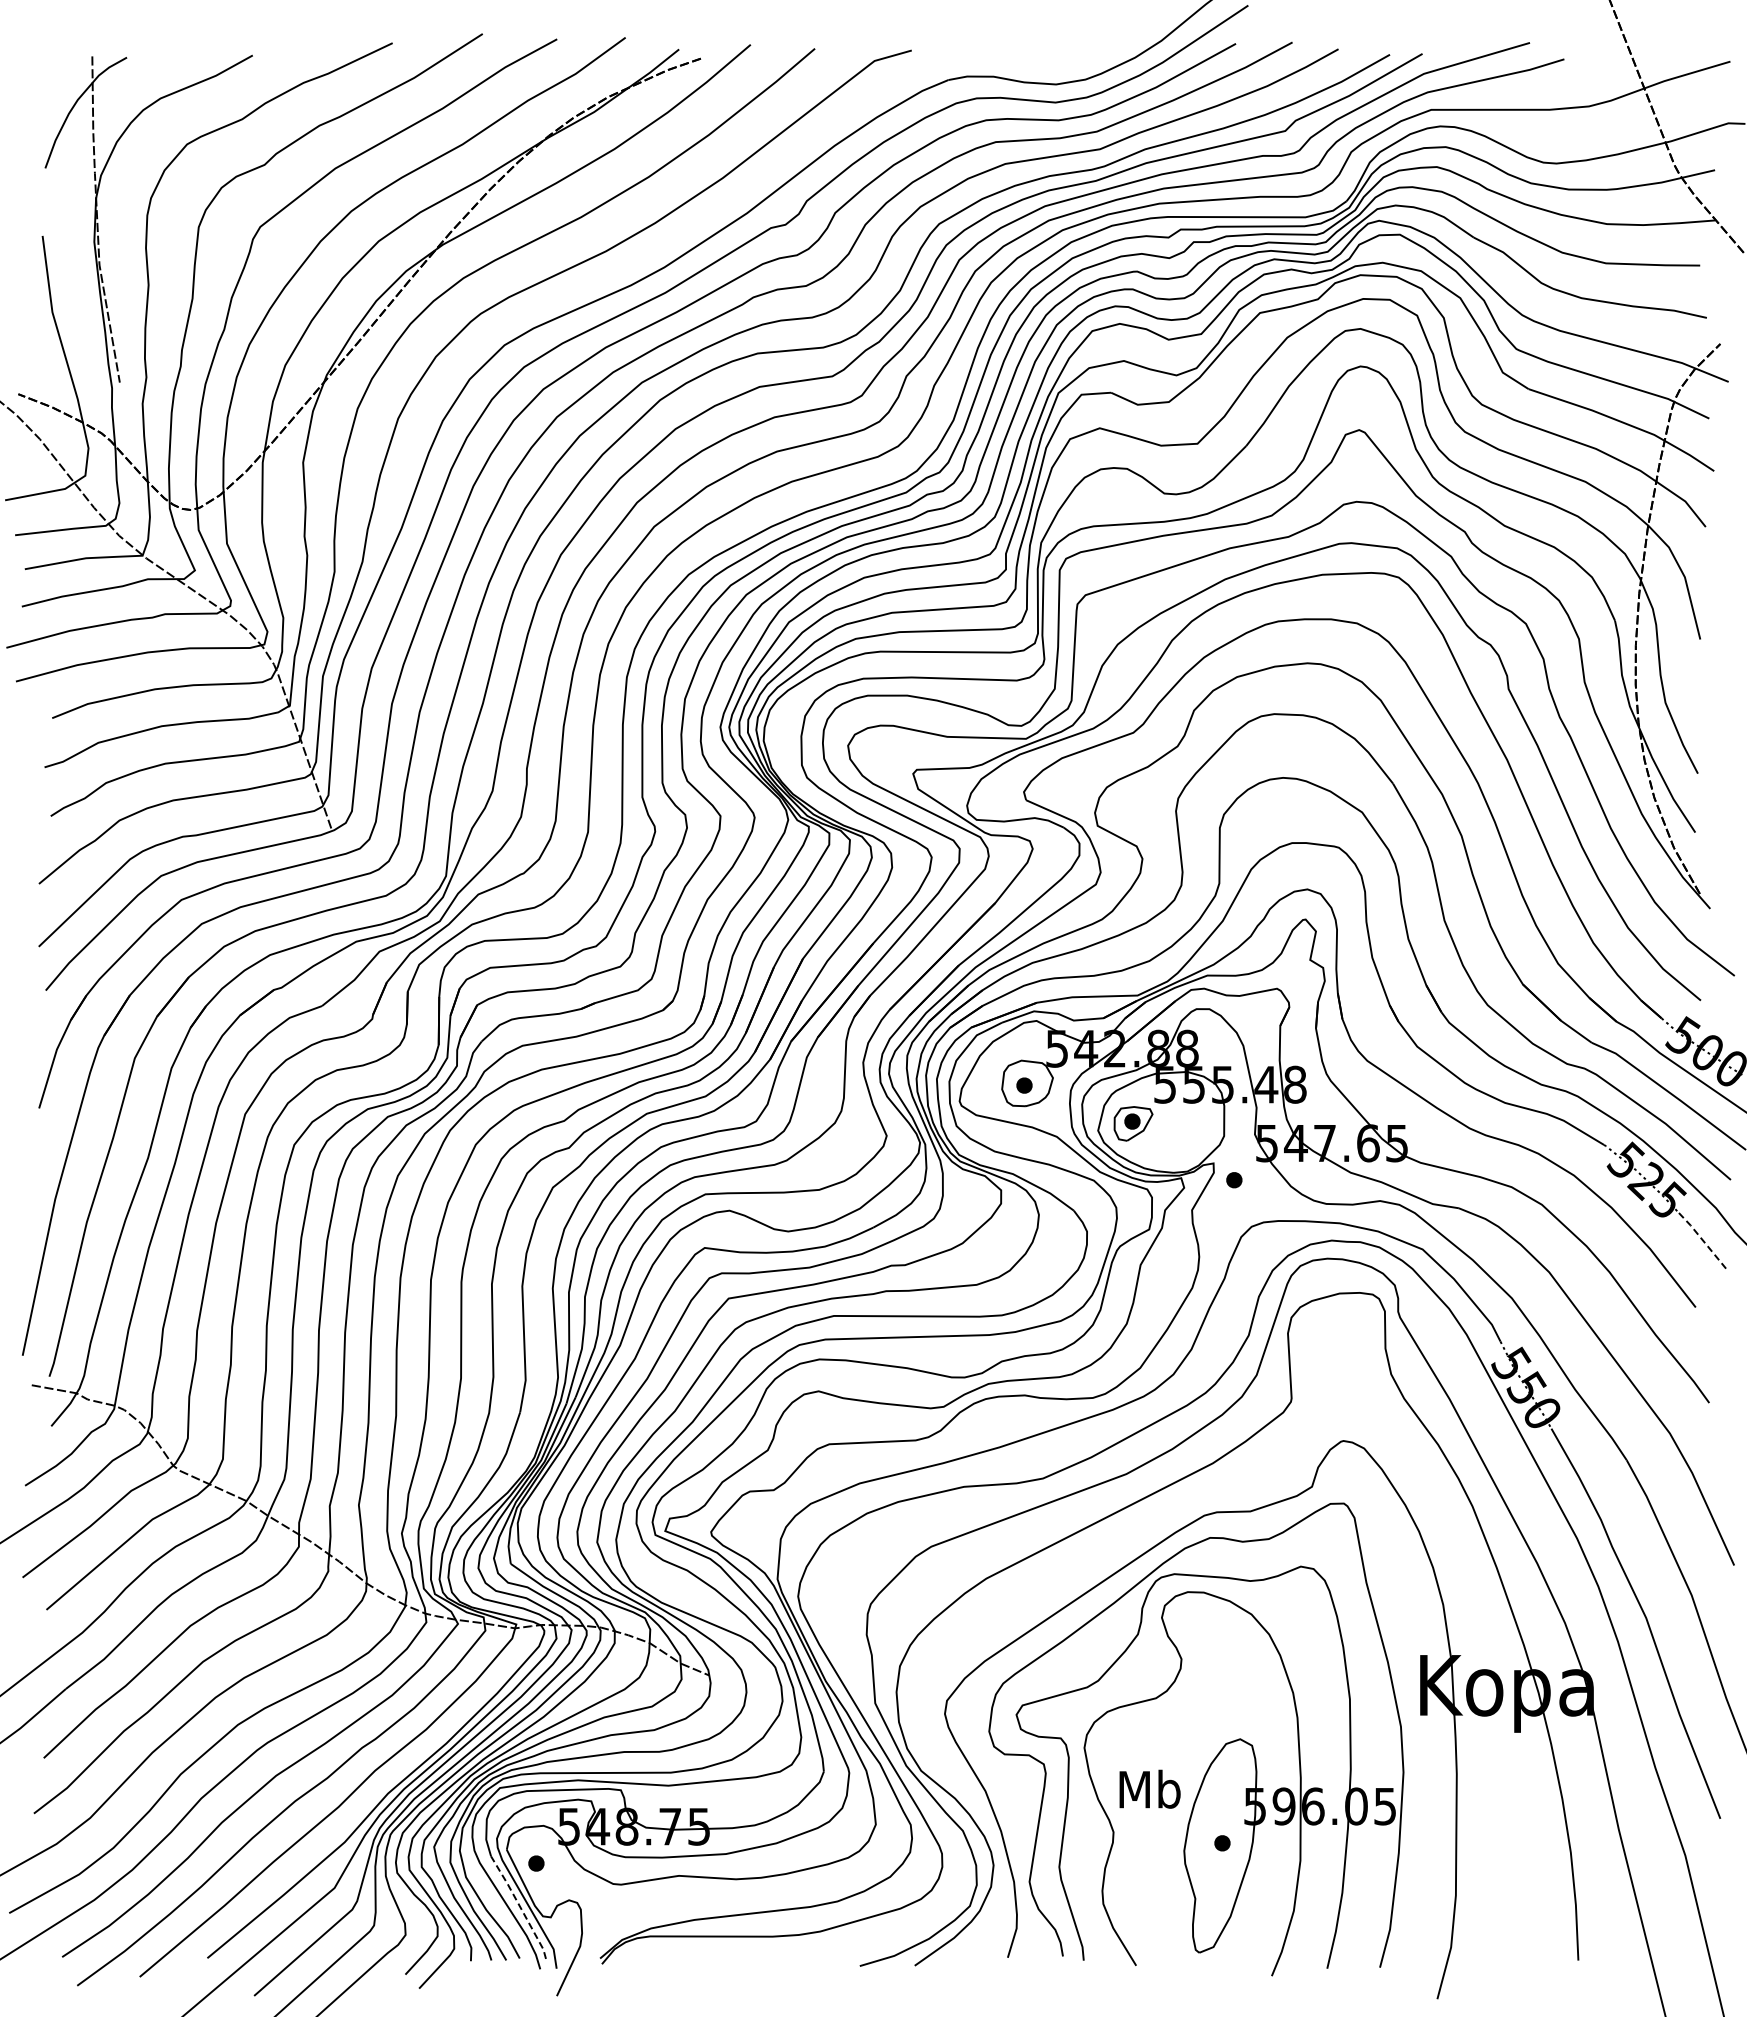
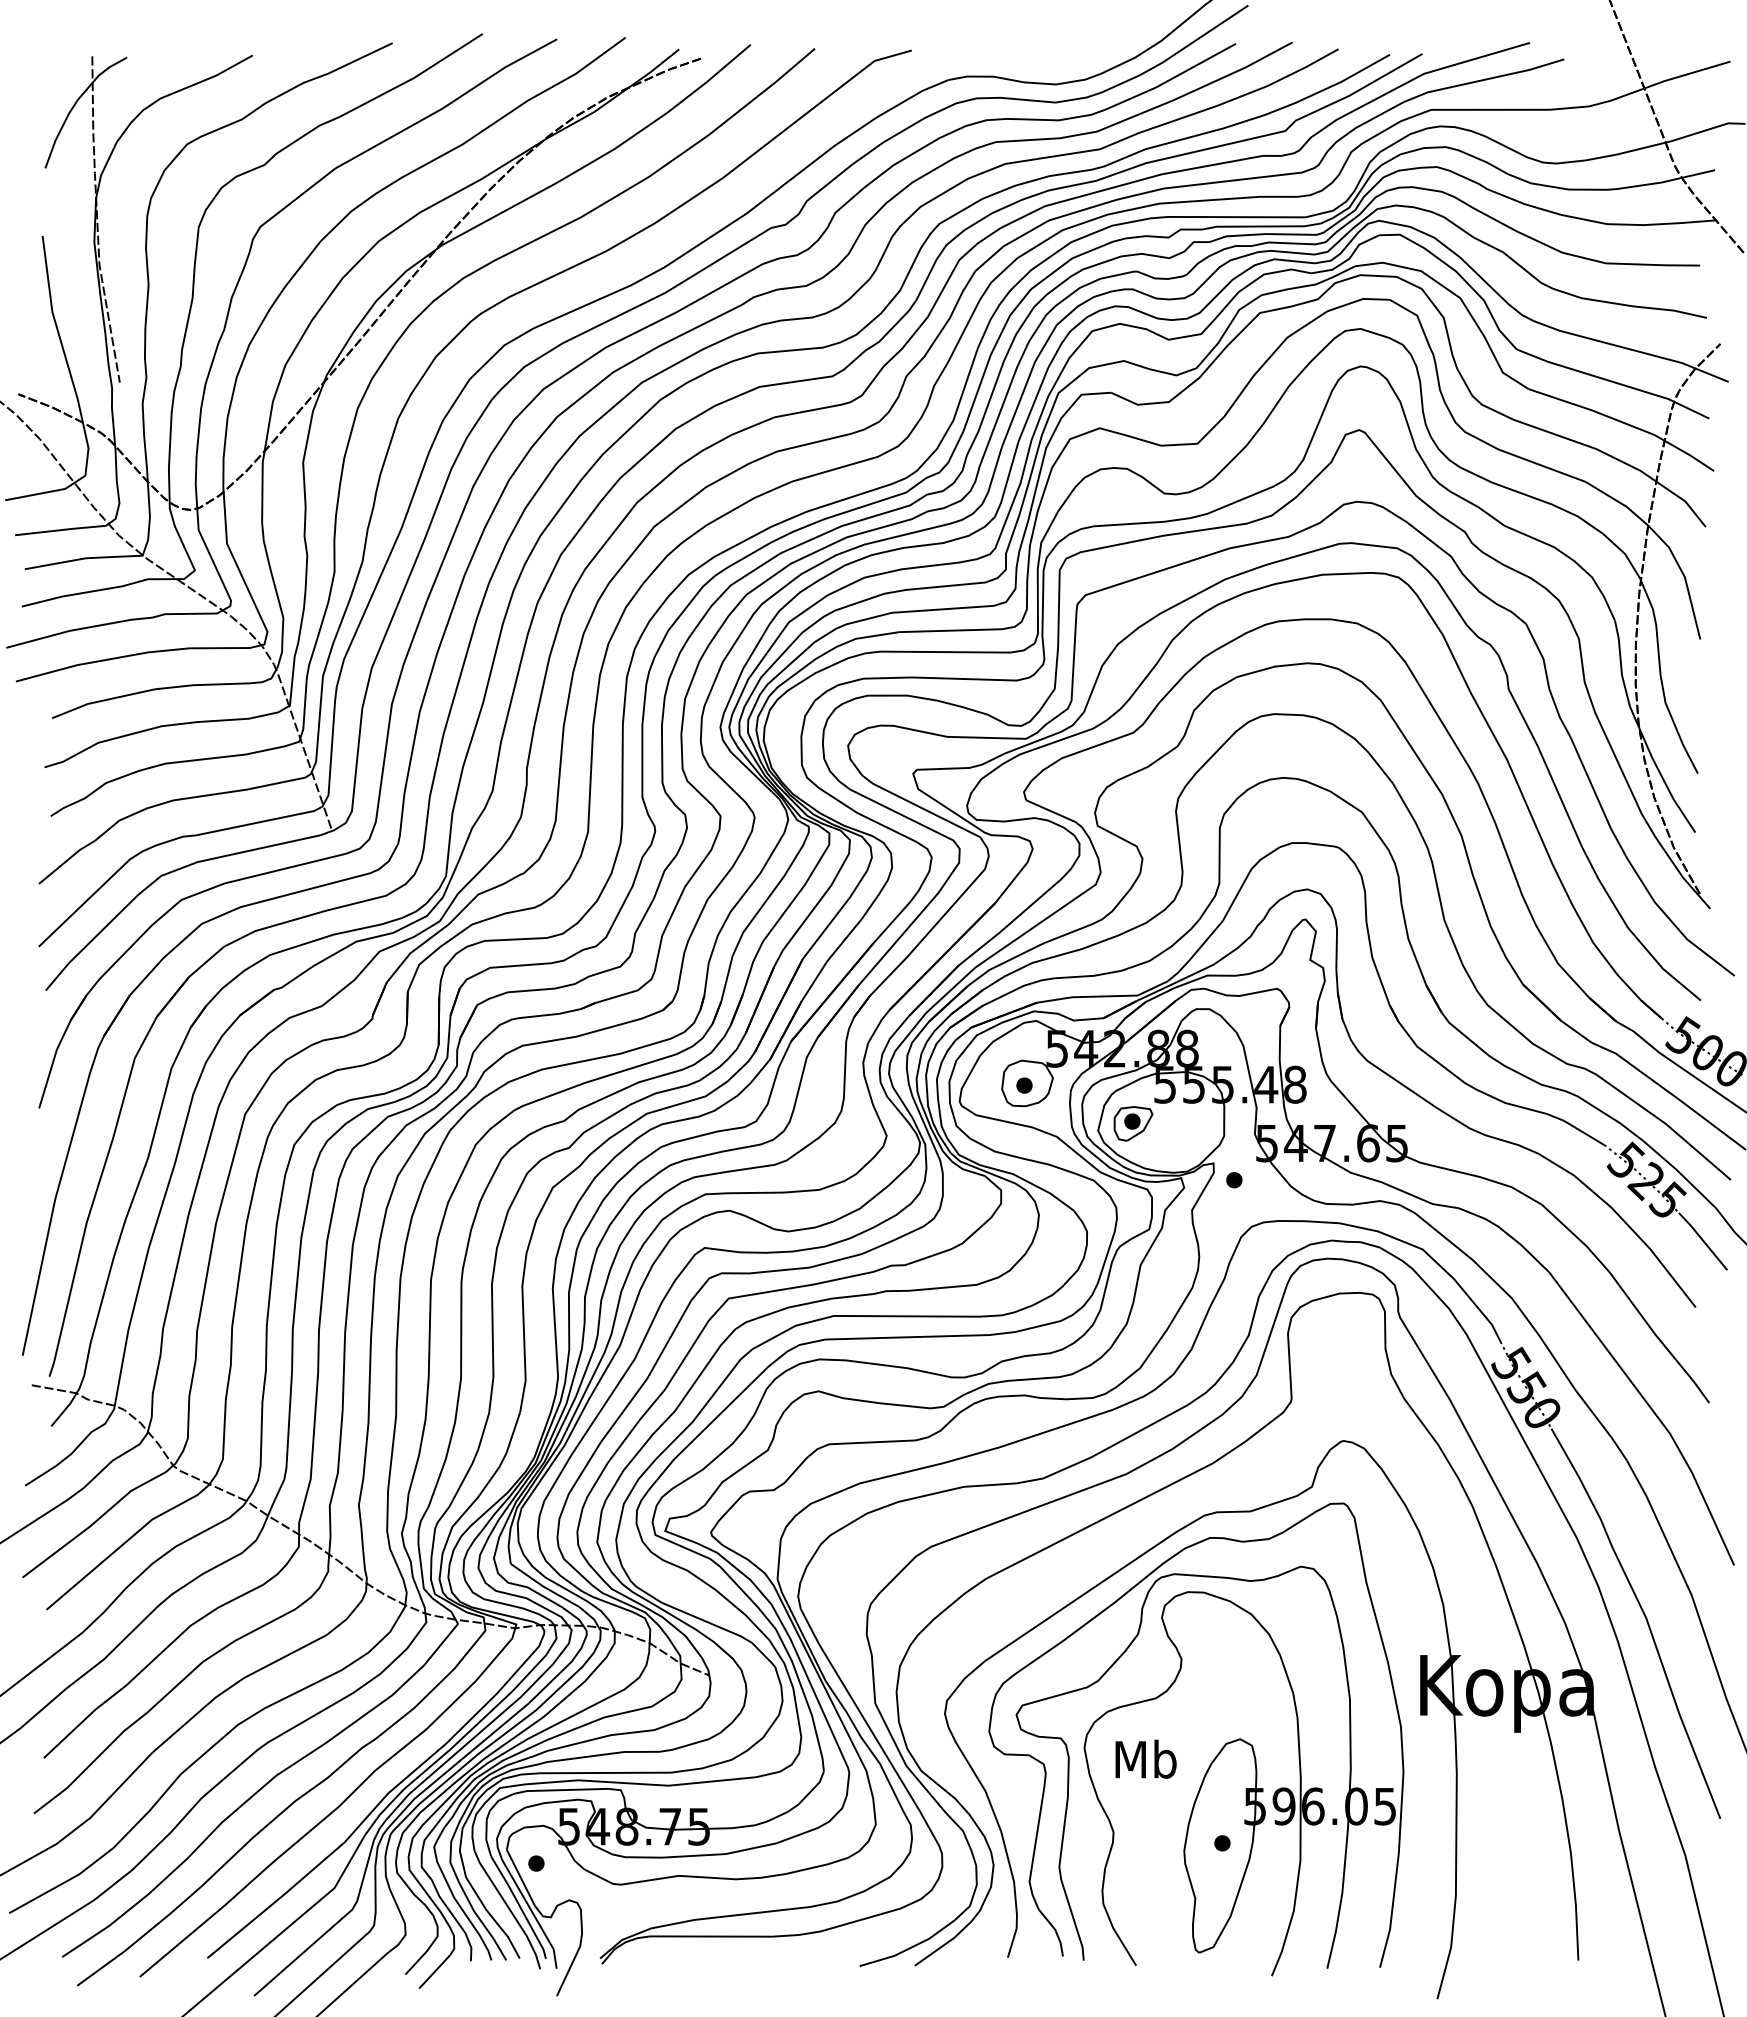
line at (1703, 1240): dashed -> solid
text at (1149, 1788) position: (1149, 1788) -> (1145, 1758)
line at (520, 1906): dashed -> solid
